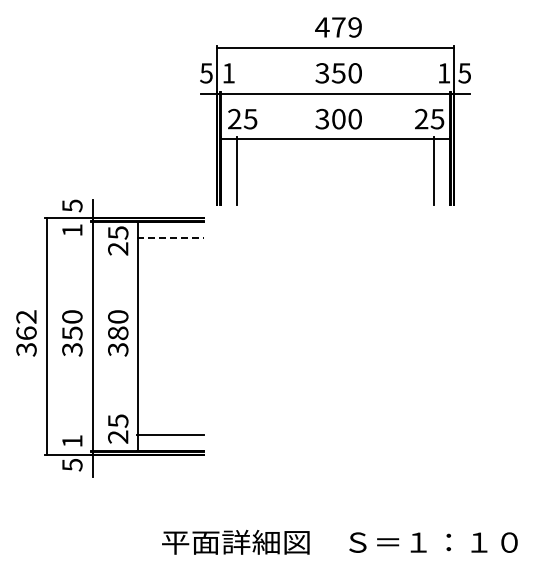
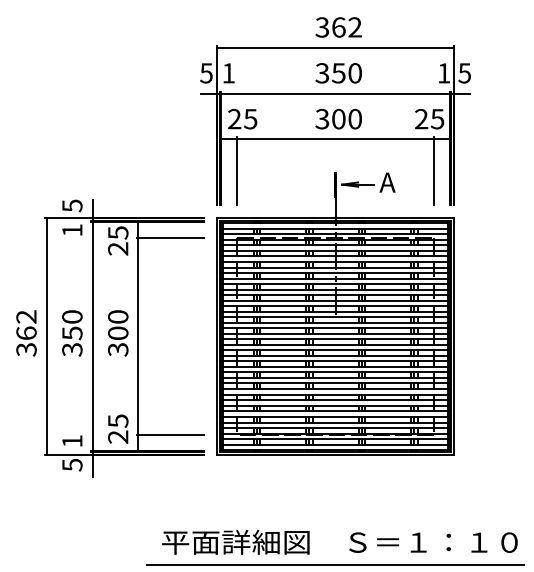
text at (338, 27): 479 -> 362
line at (170, 238): dashed -> solid
part at (335, 313): none -> present
text at (118, 333): 380 -> 300
line at (335, 564): none -> present
